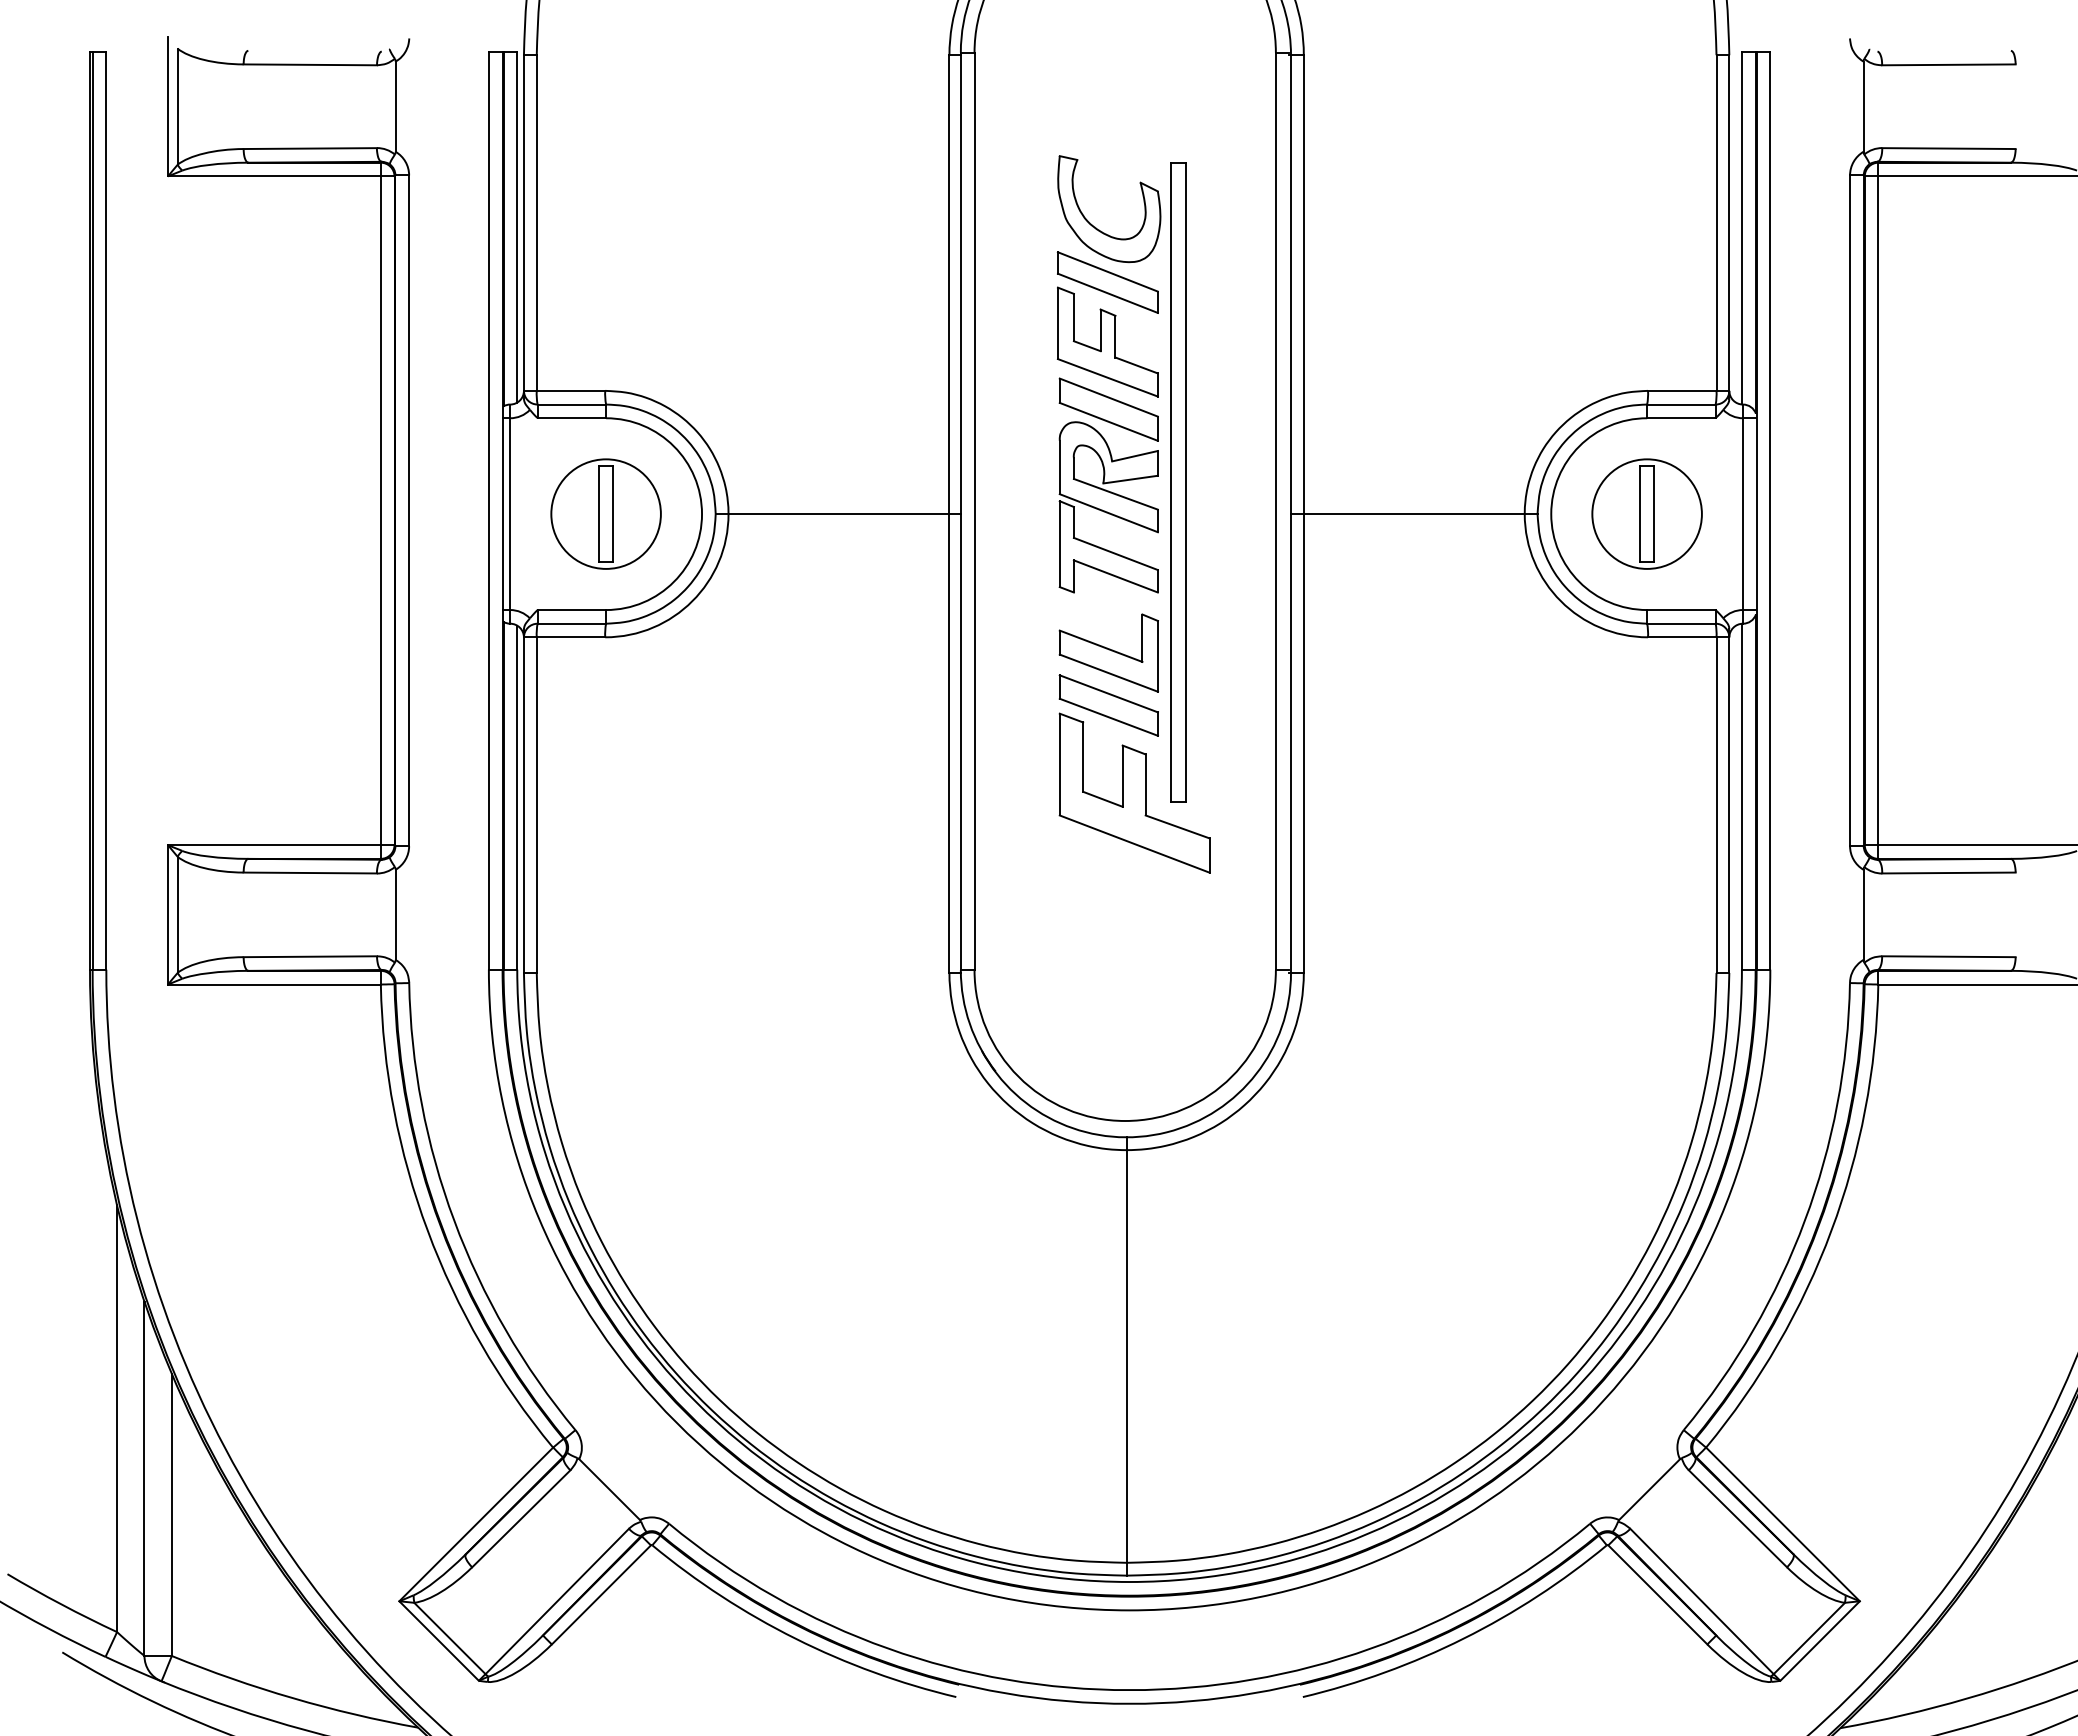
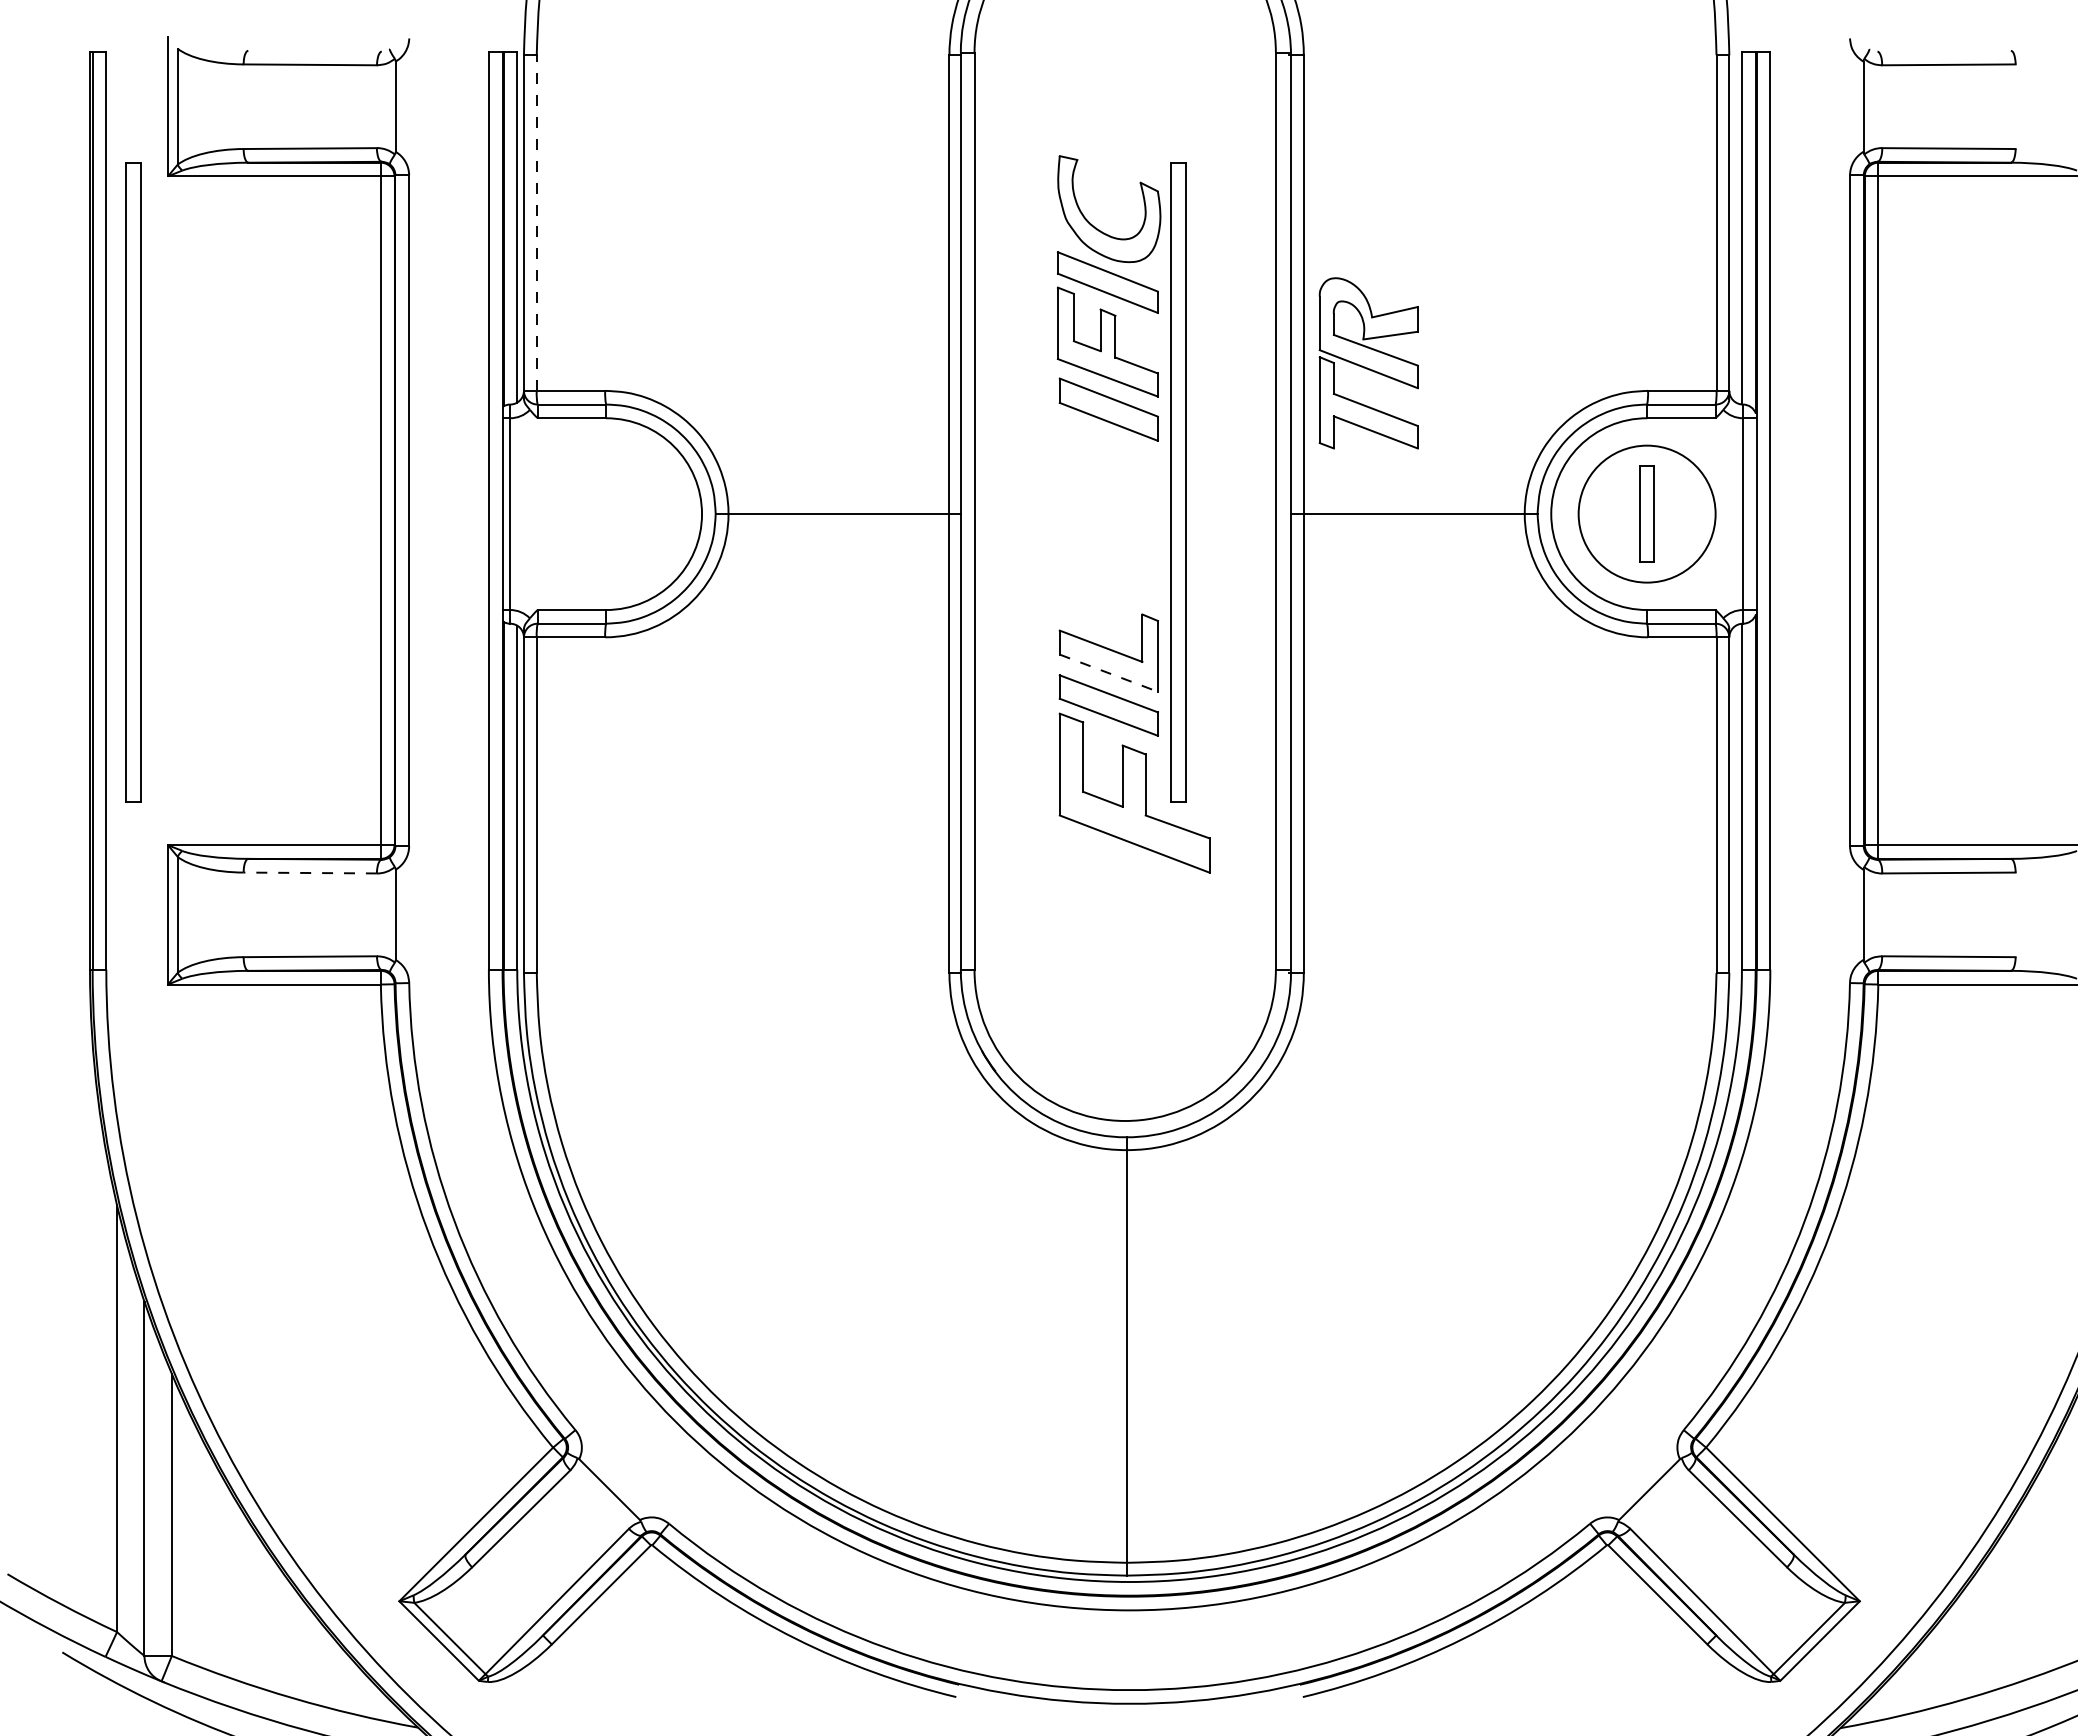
line at (536, 223): solid -> dashed
part at (133, 482): none -> present
part at (1108, 507) position: (1108, 507) -> (1368, 363)
part at (605, 513): present -> none
circle at (1646, 513) diameter: 110 px -> 137 px
line at (1109, 673): solid -> dashed
line at (310, 873): solid -> dashed
